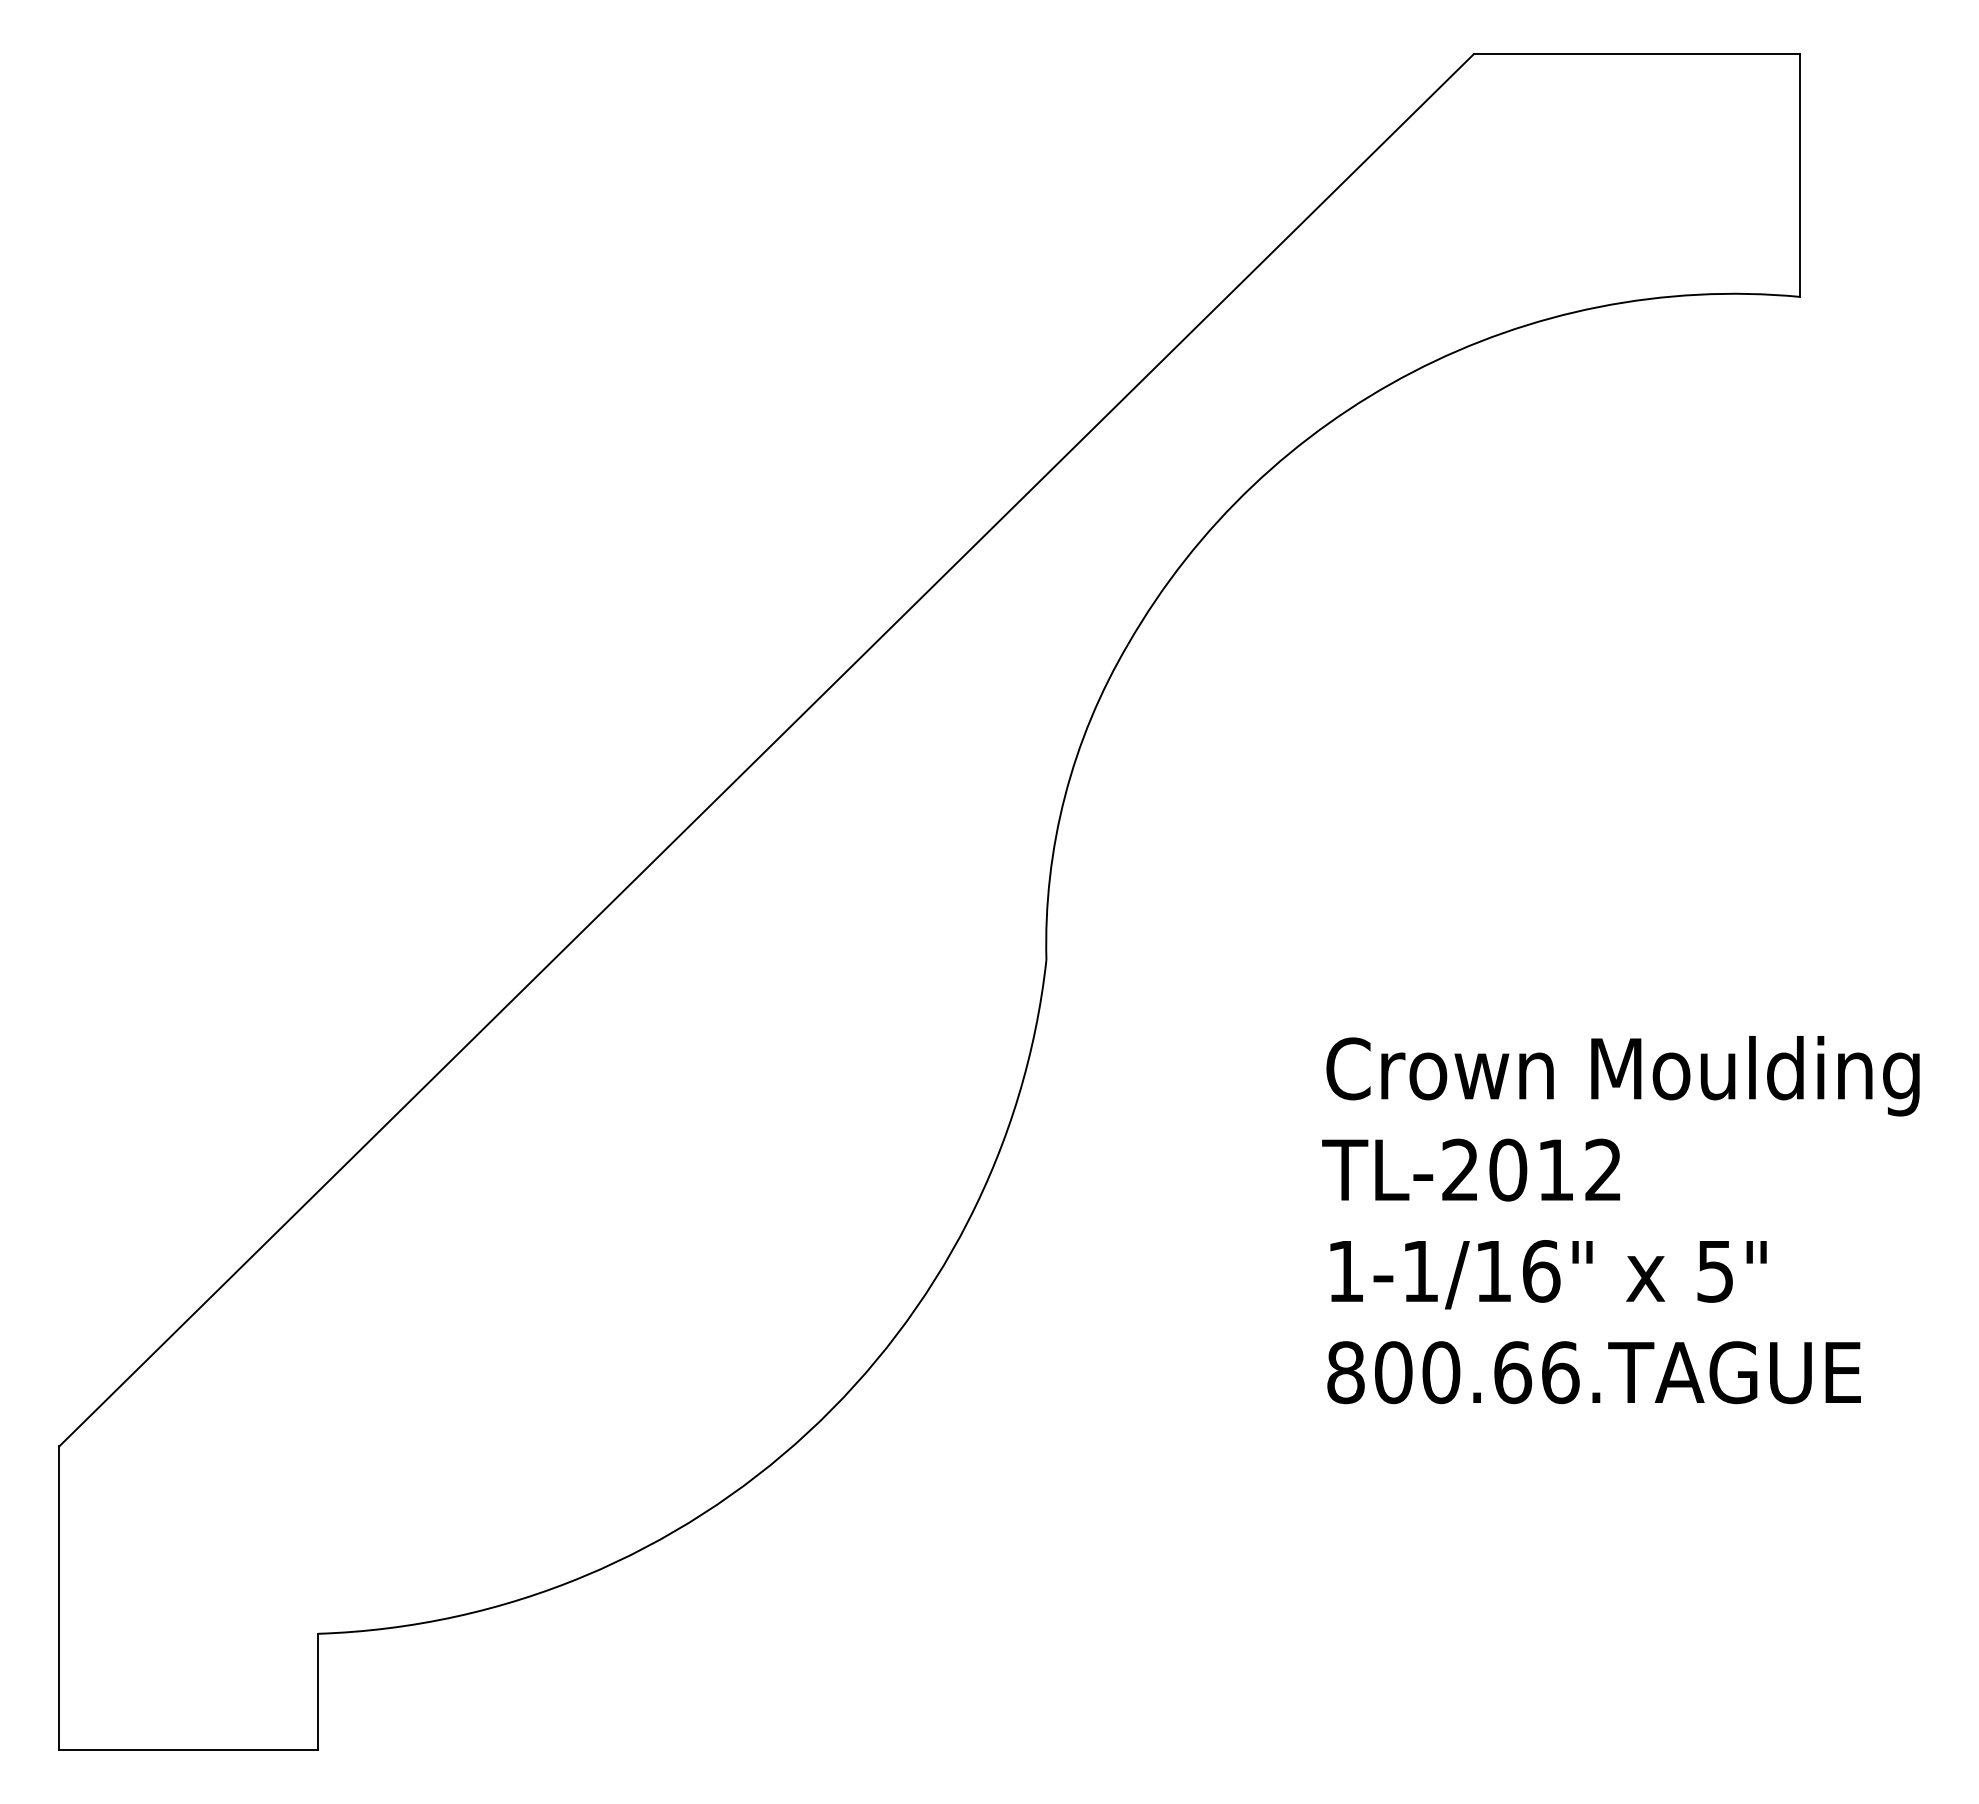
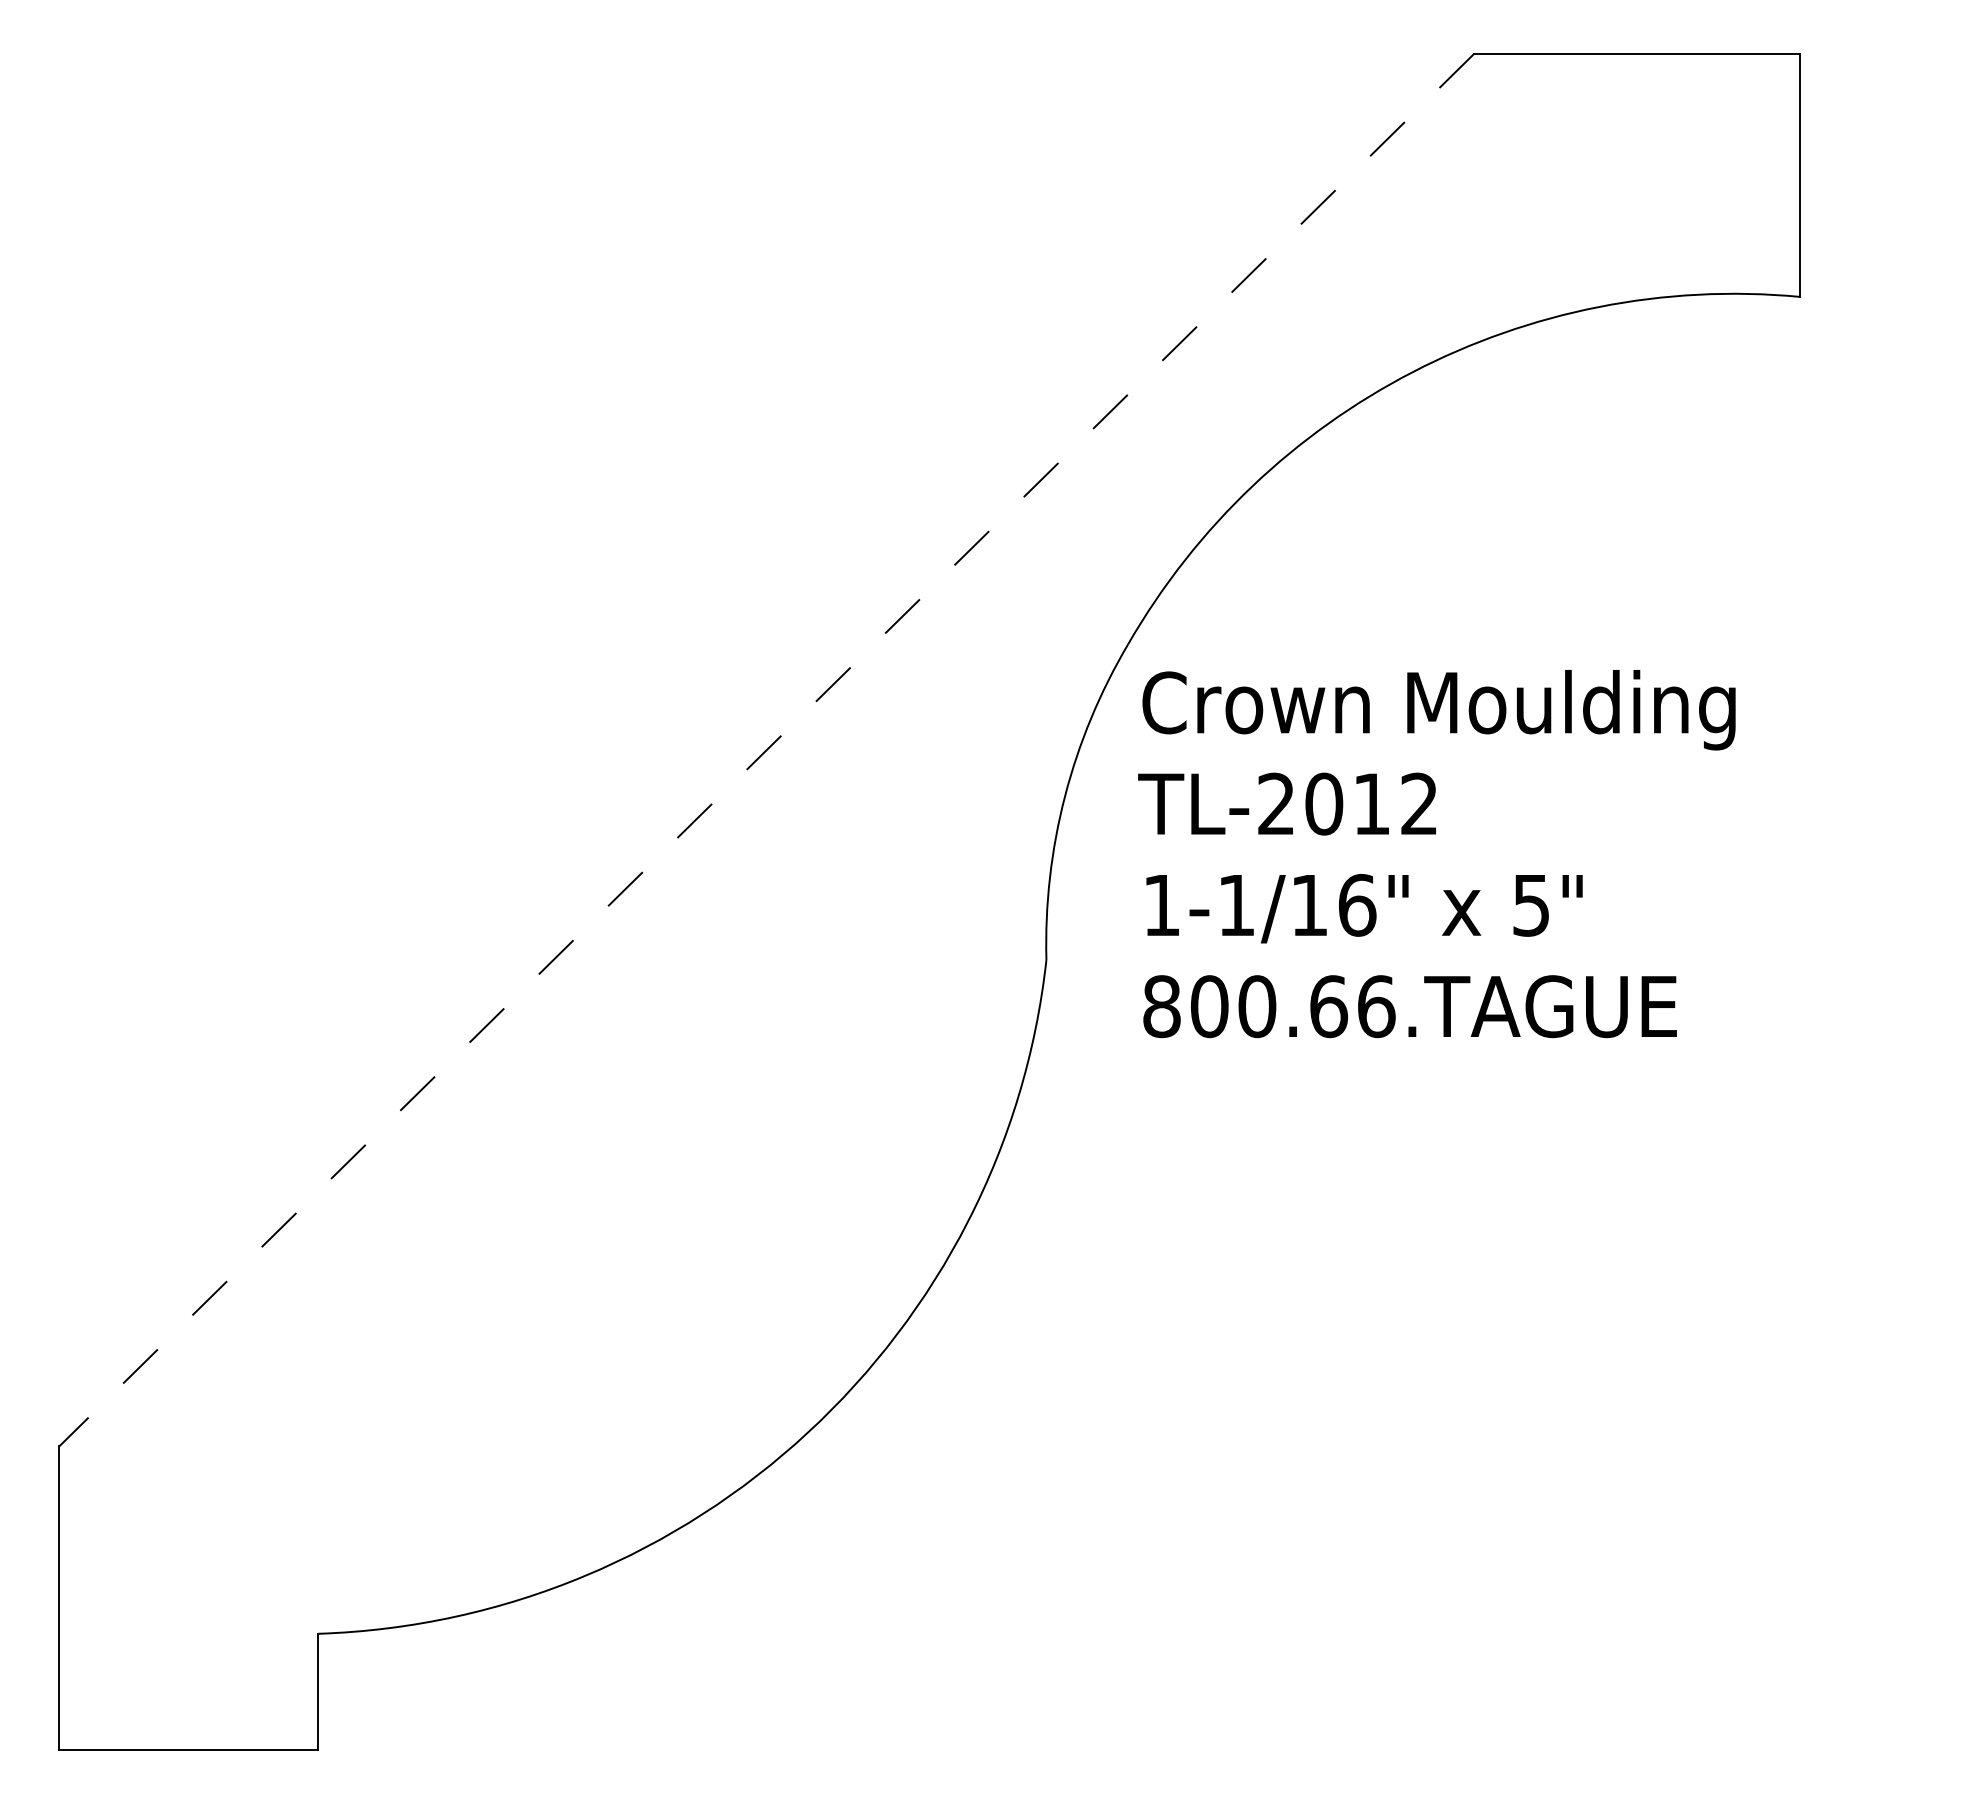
line at (766, 750): solid -> dashed
text at (1620, 1220) position: (1620, 1220) -> (1436, 854)
